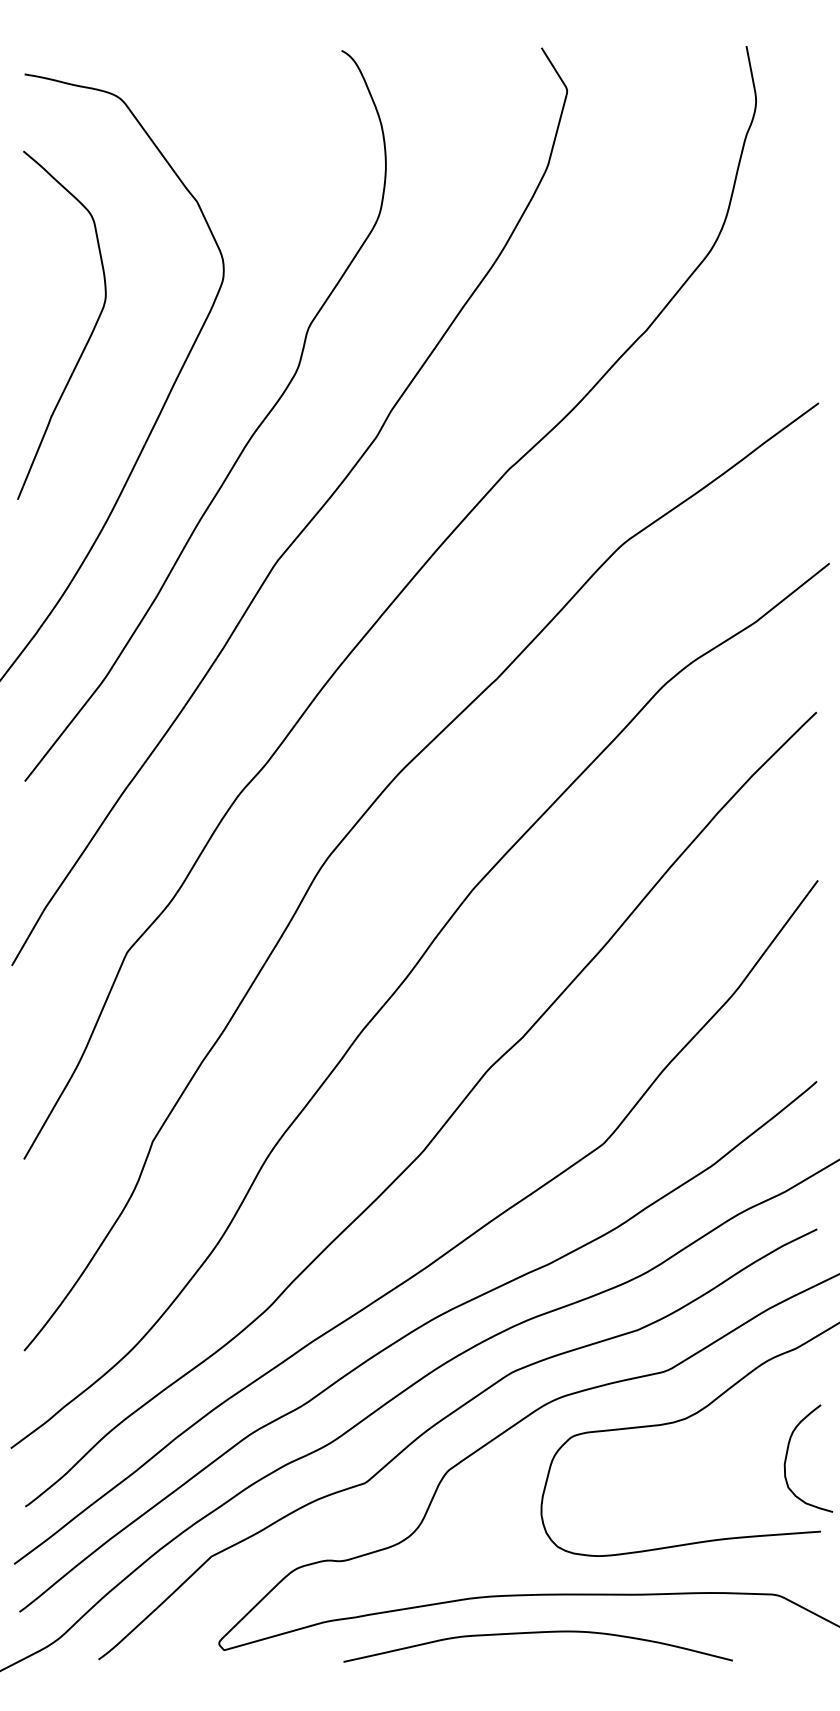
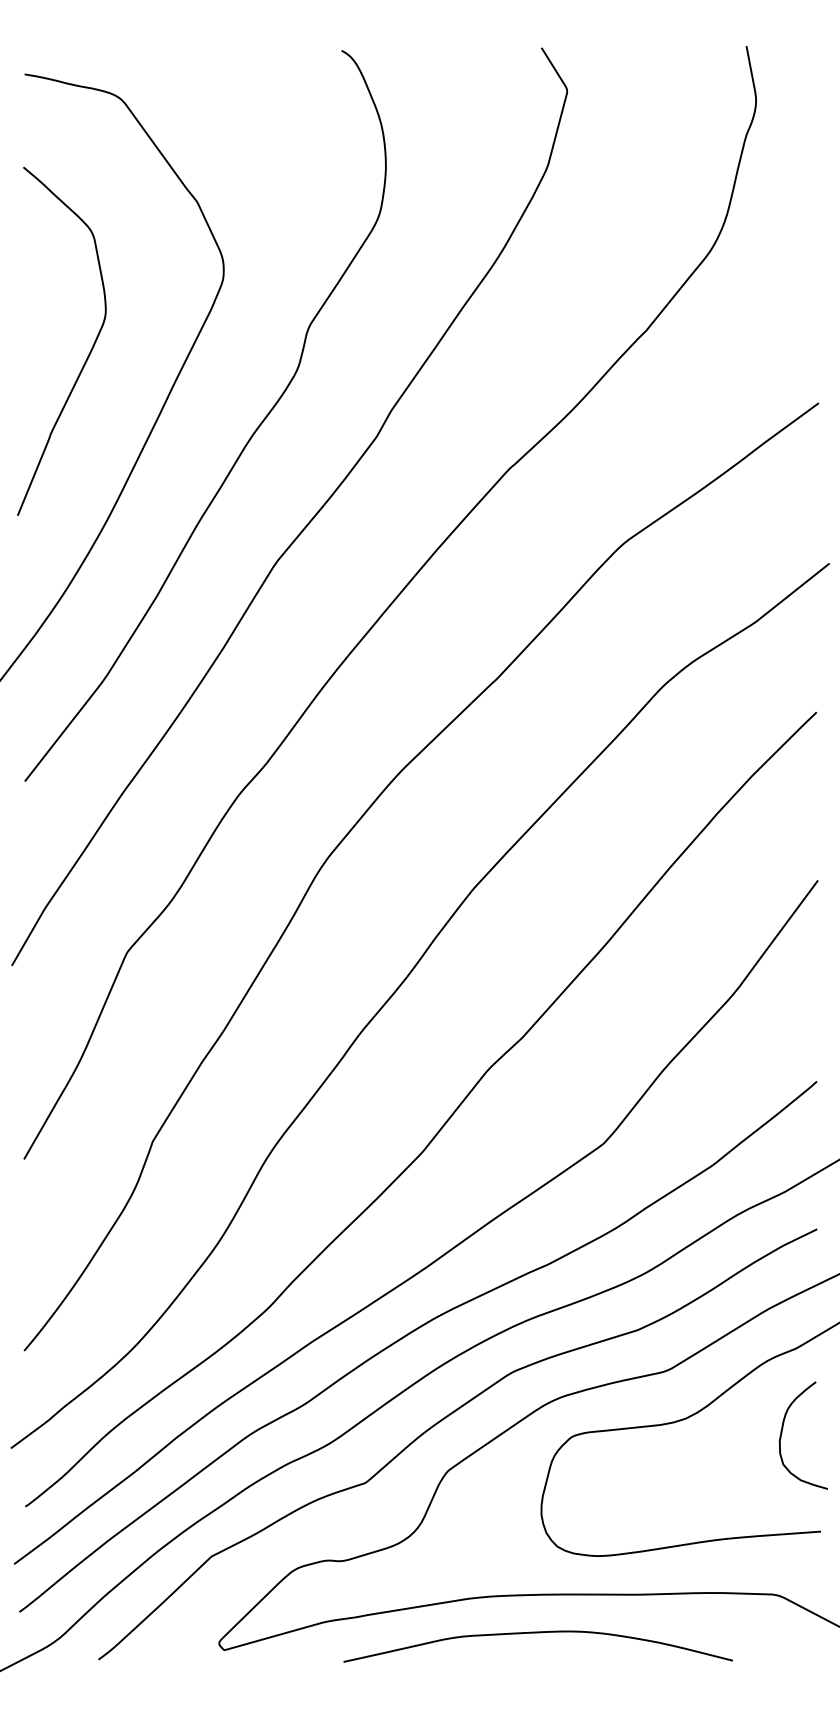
curve at (88, 338) position: (88, 338) -> (88, 354)
curve at (787, 1456) position: (787, 1456) -> (782, 1433)
